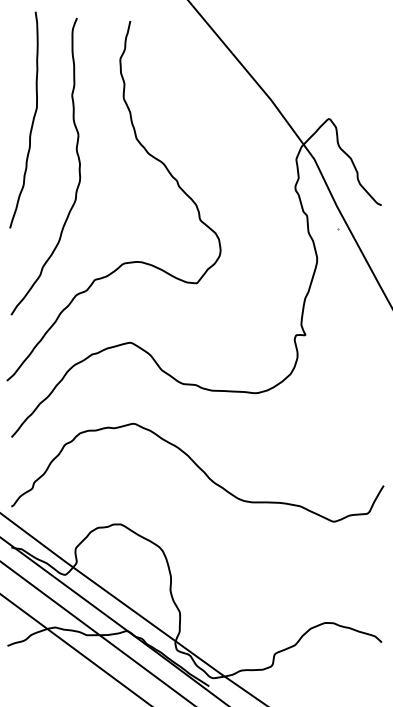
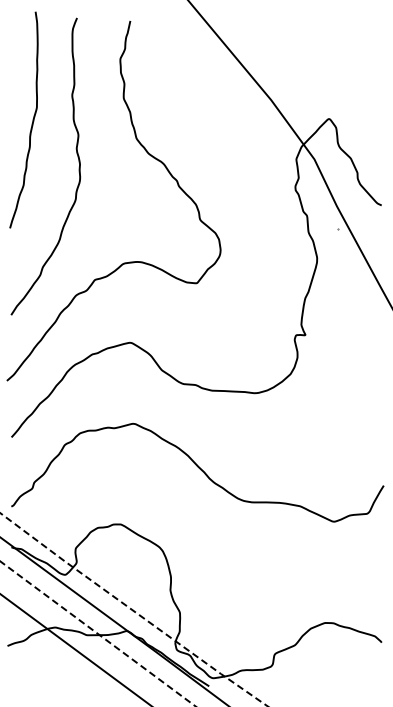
line at (133, 610): solid -> dashed
line at (98, 634): solid -> dashed
